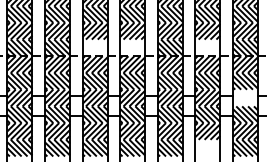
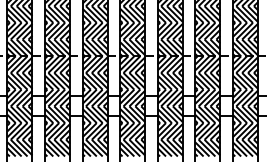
hatch at (94, 47): none -> present
hatch at (132, 47): none -> present
hatch at (207, 47): none -> present
hatch at (244, 97): none -> present
hatch at (207, 147): none -> present
